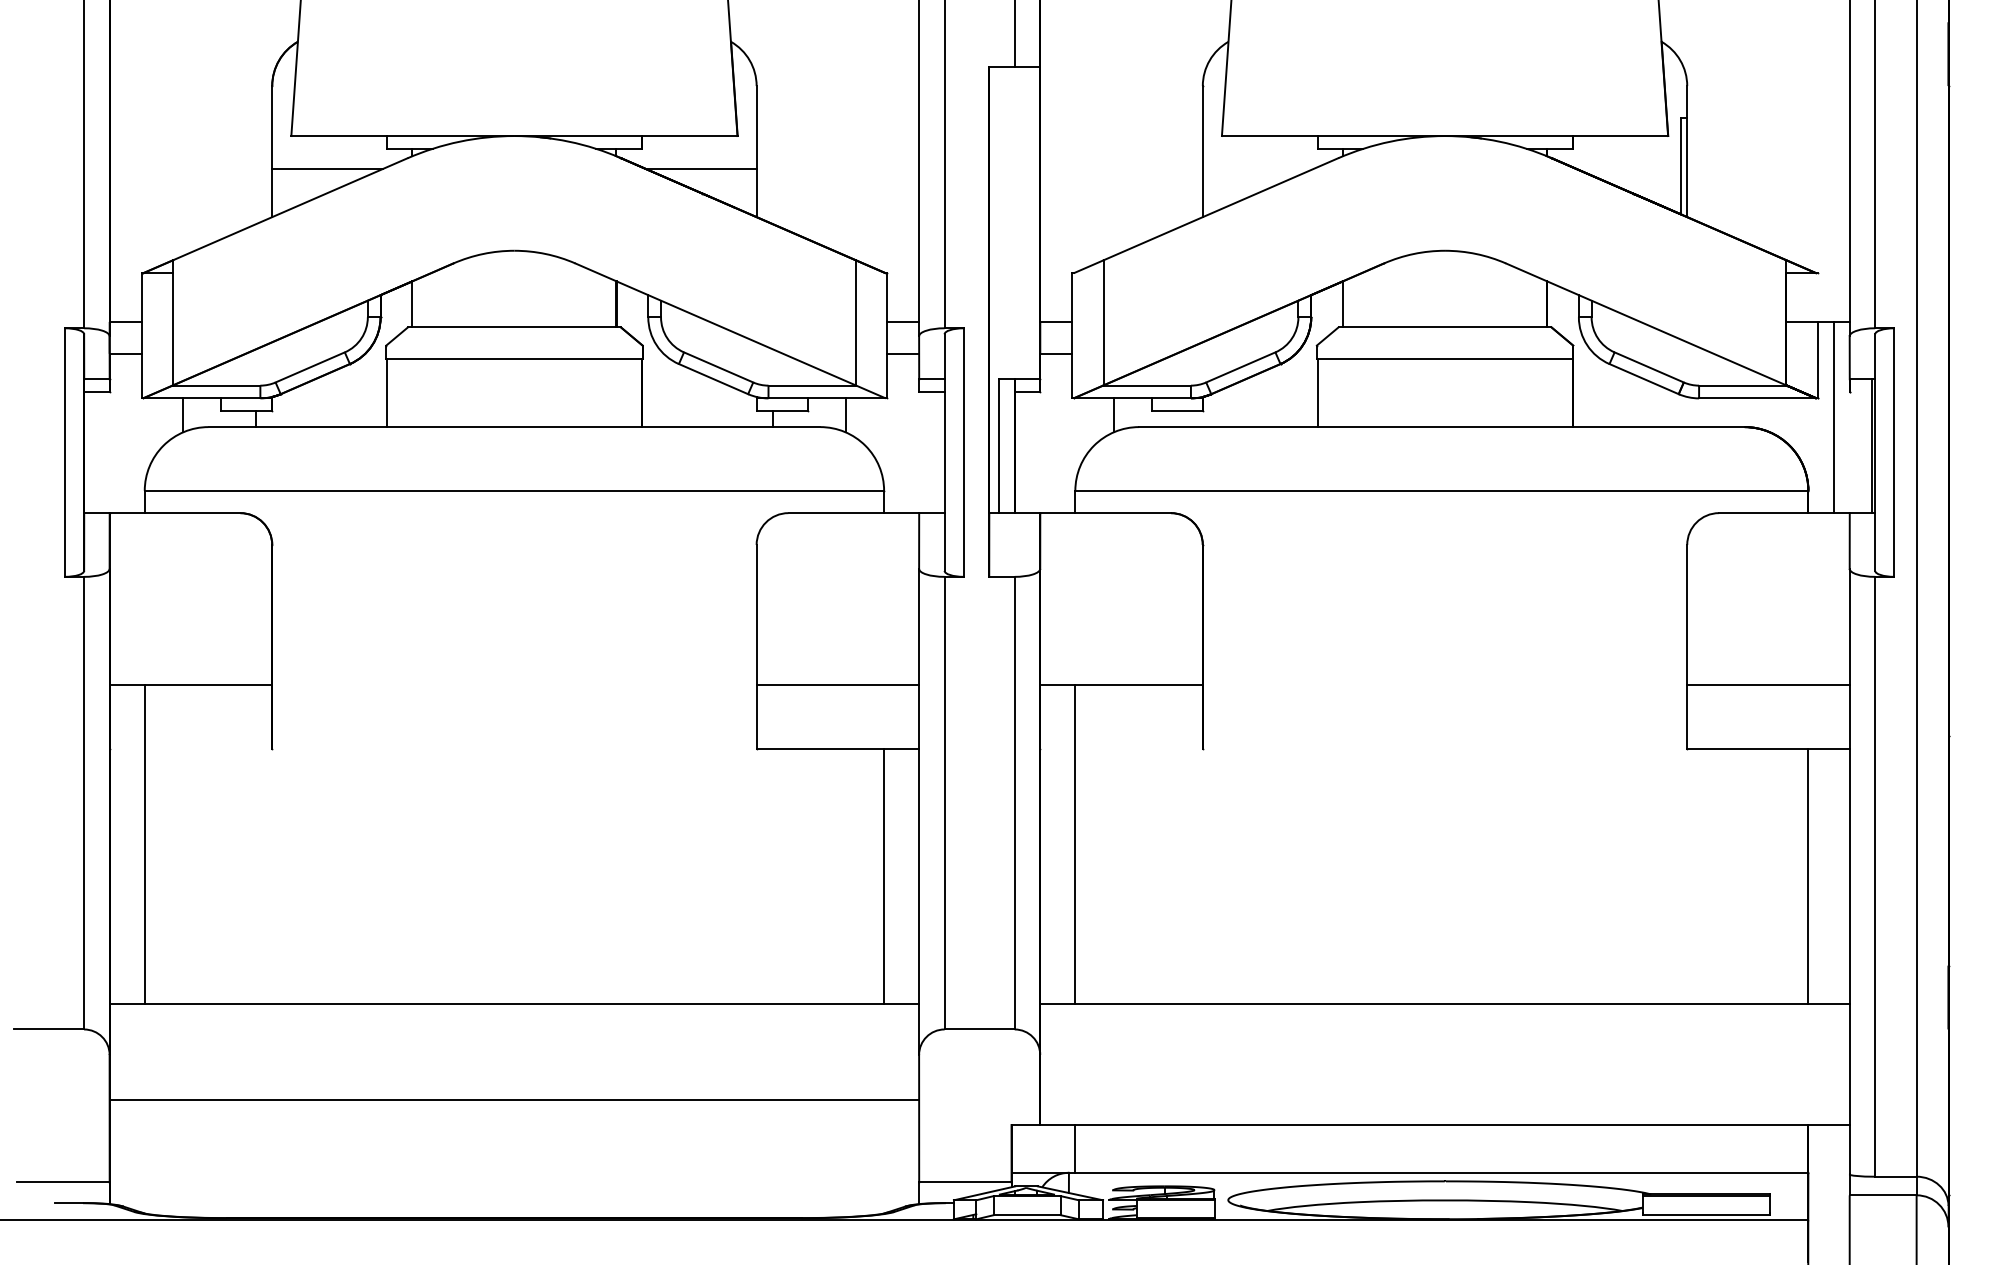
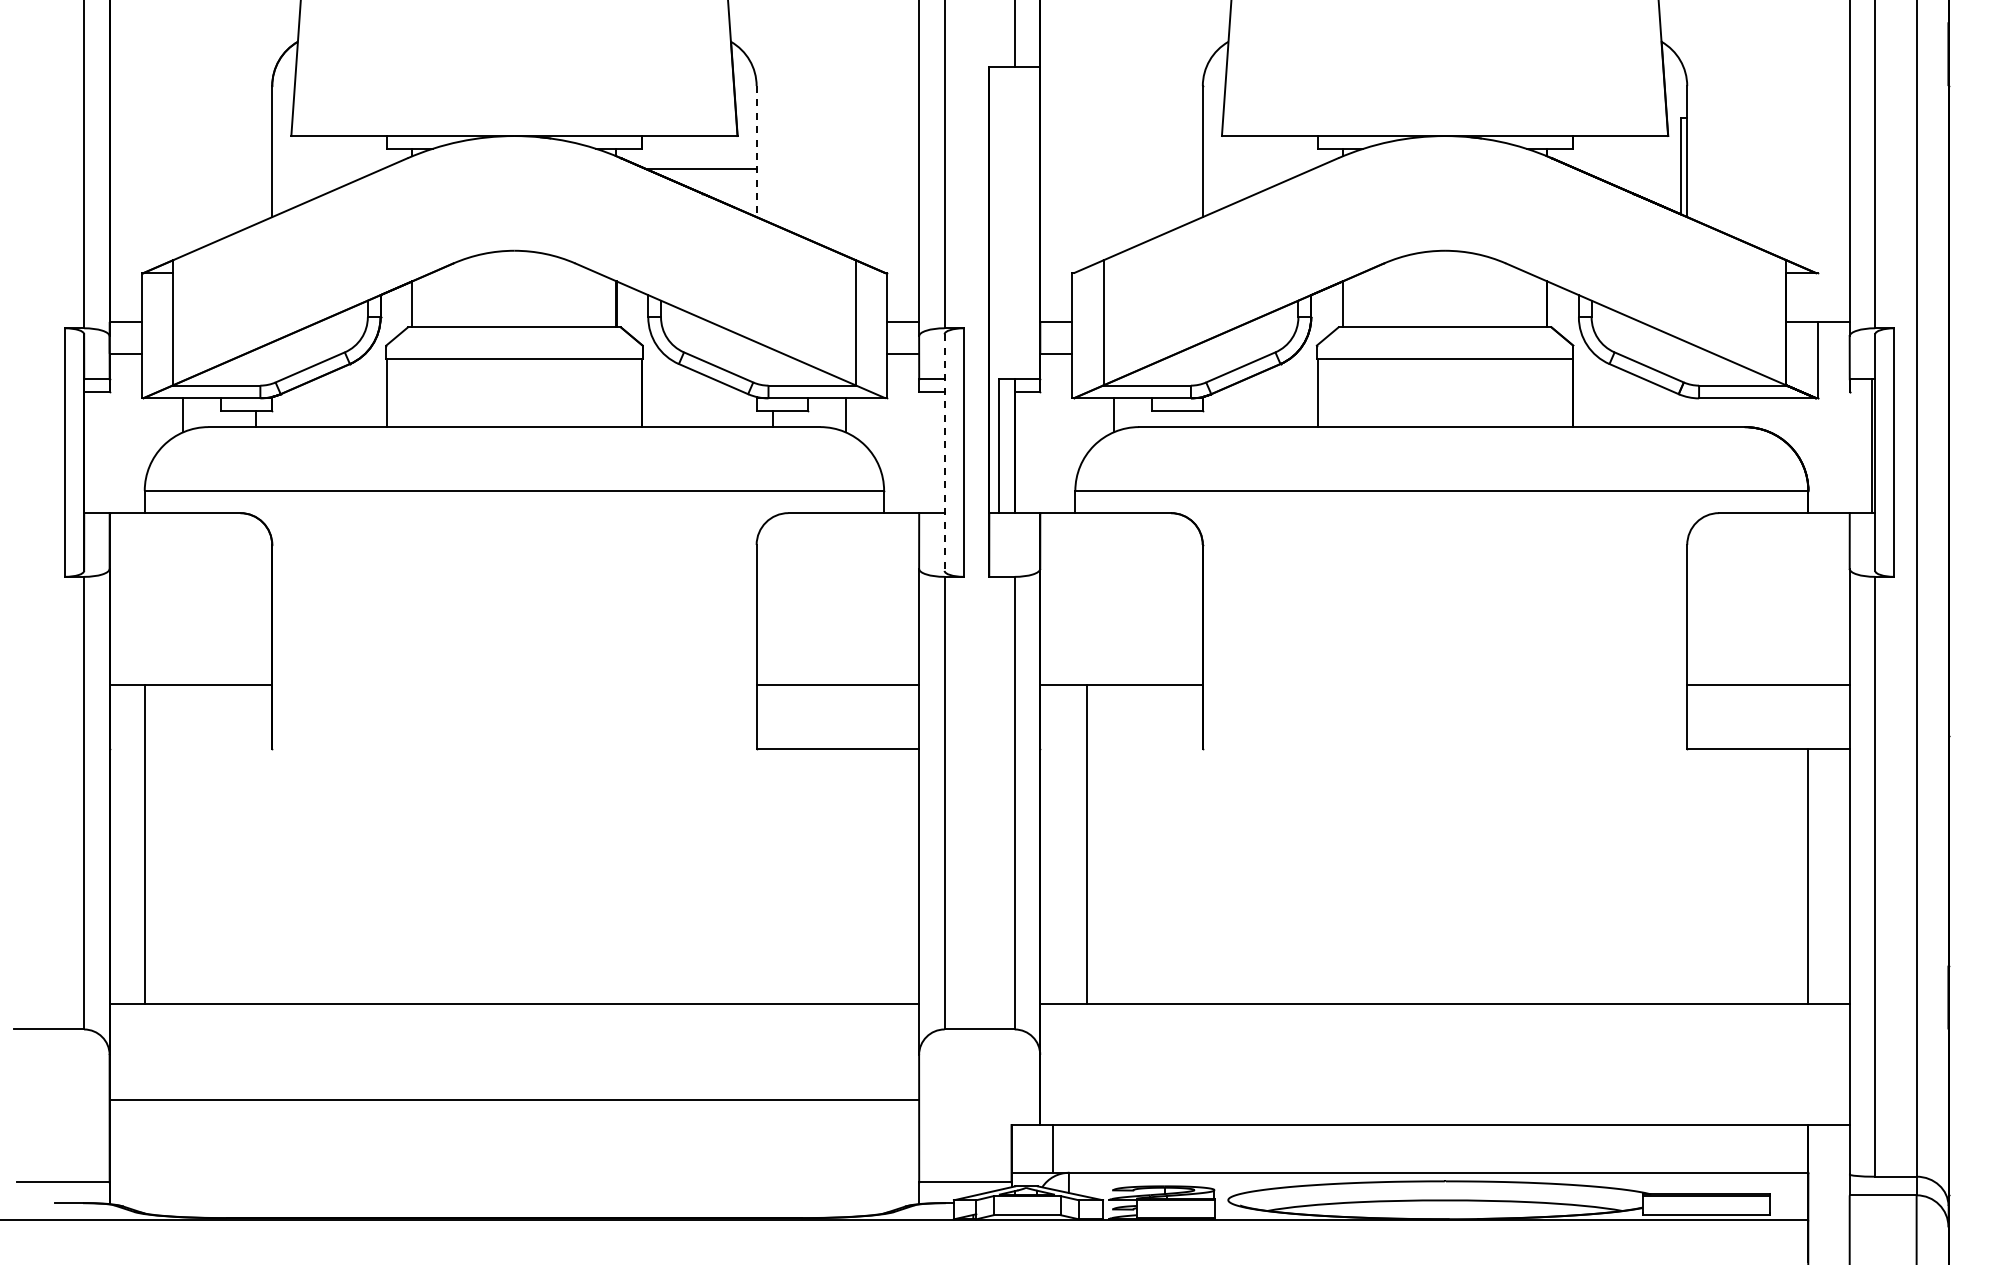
line at (756, 151): solid -> dashed
line at (327, 168): present -> none
line at (1833, 417): present -> none
line at (944, 453): solid -> dashed
line at (1075, 844) position: (1075, 844) -> (1087, 844)
line at (884, 875): present -> none
line at (1075, 1148) position: (1075, 1148) -> (1053, 1148)
